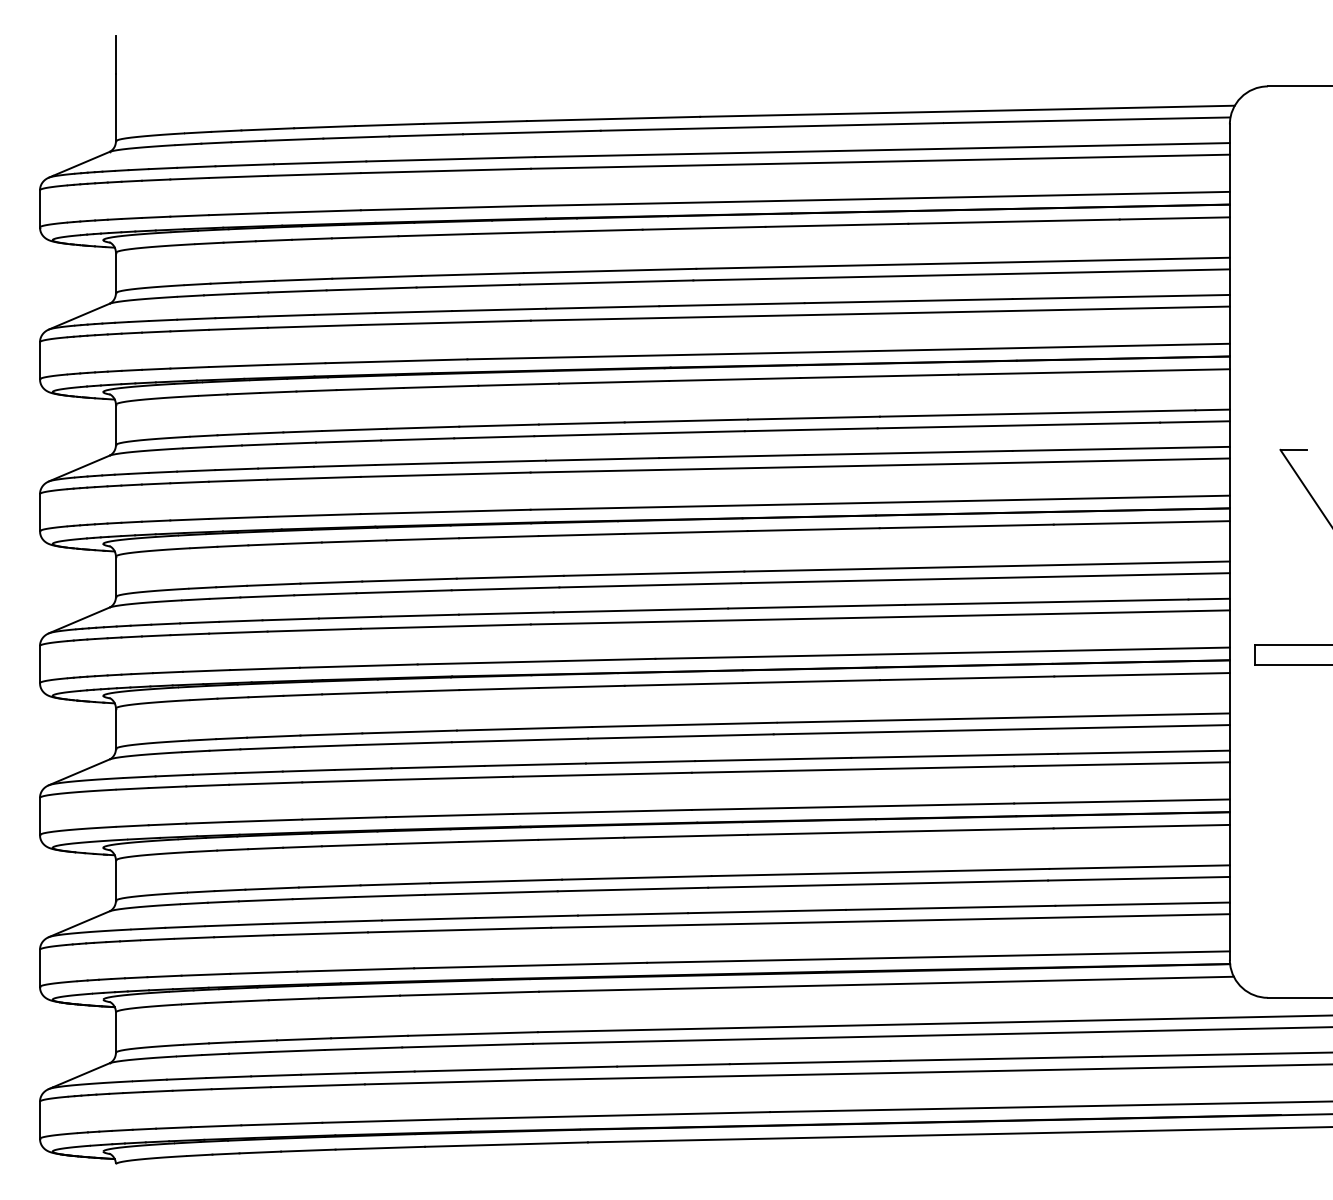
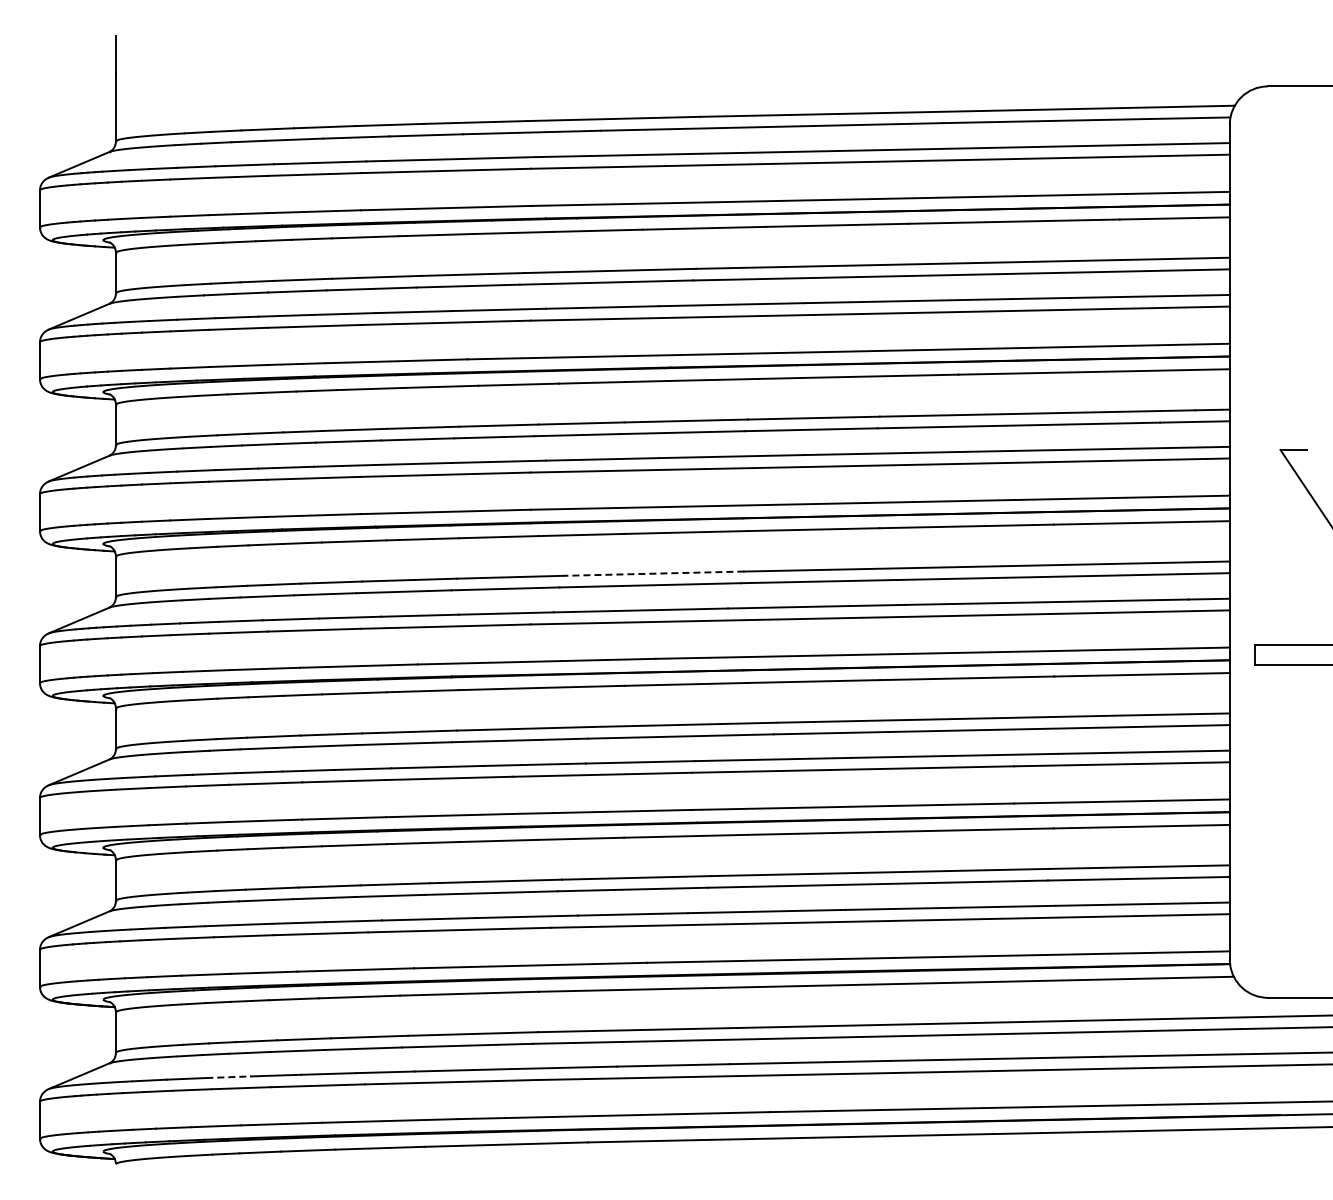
line at (653, 573): solid -> dashed
line at (229, 1077): solid -> dashed
